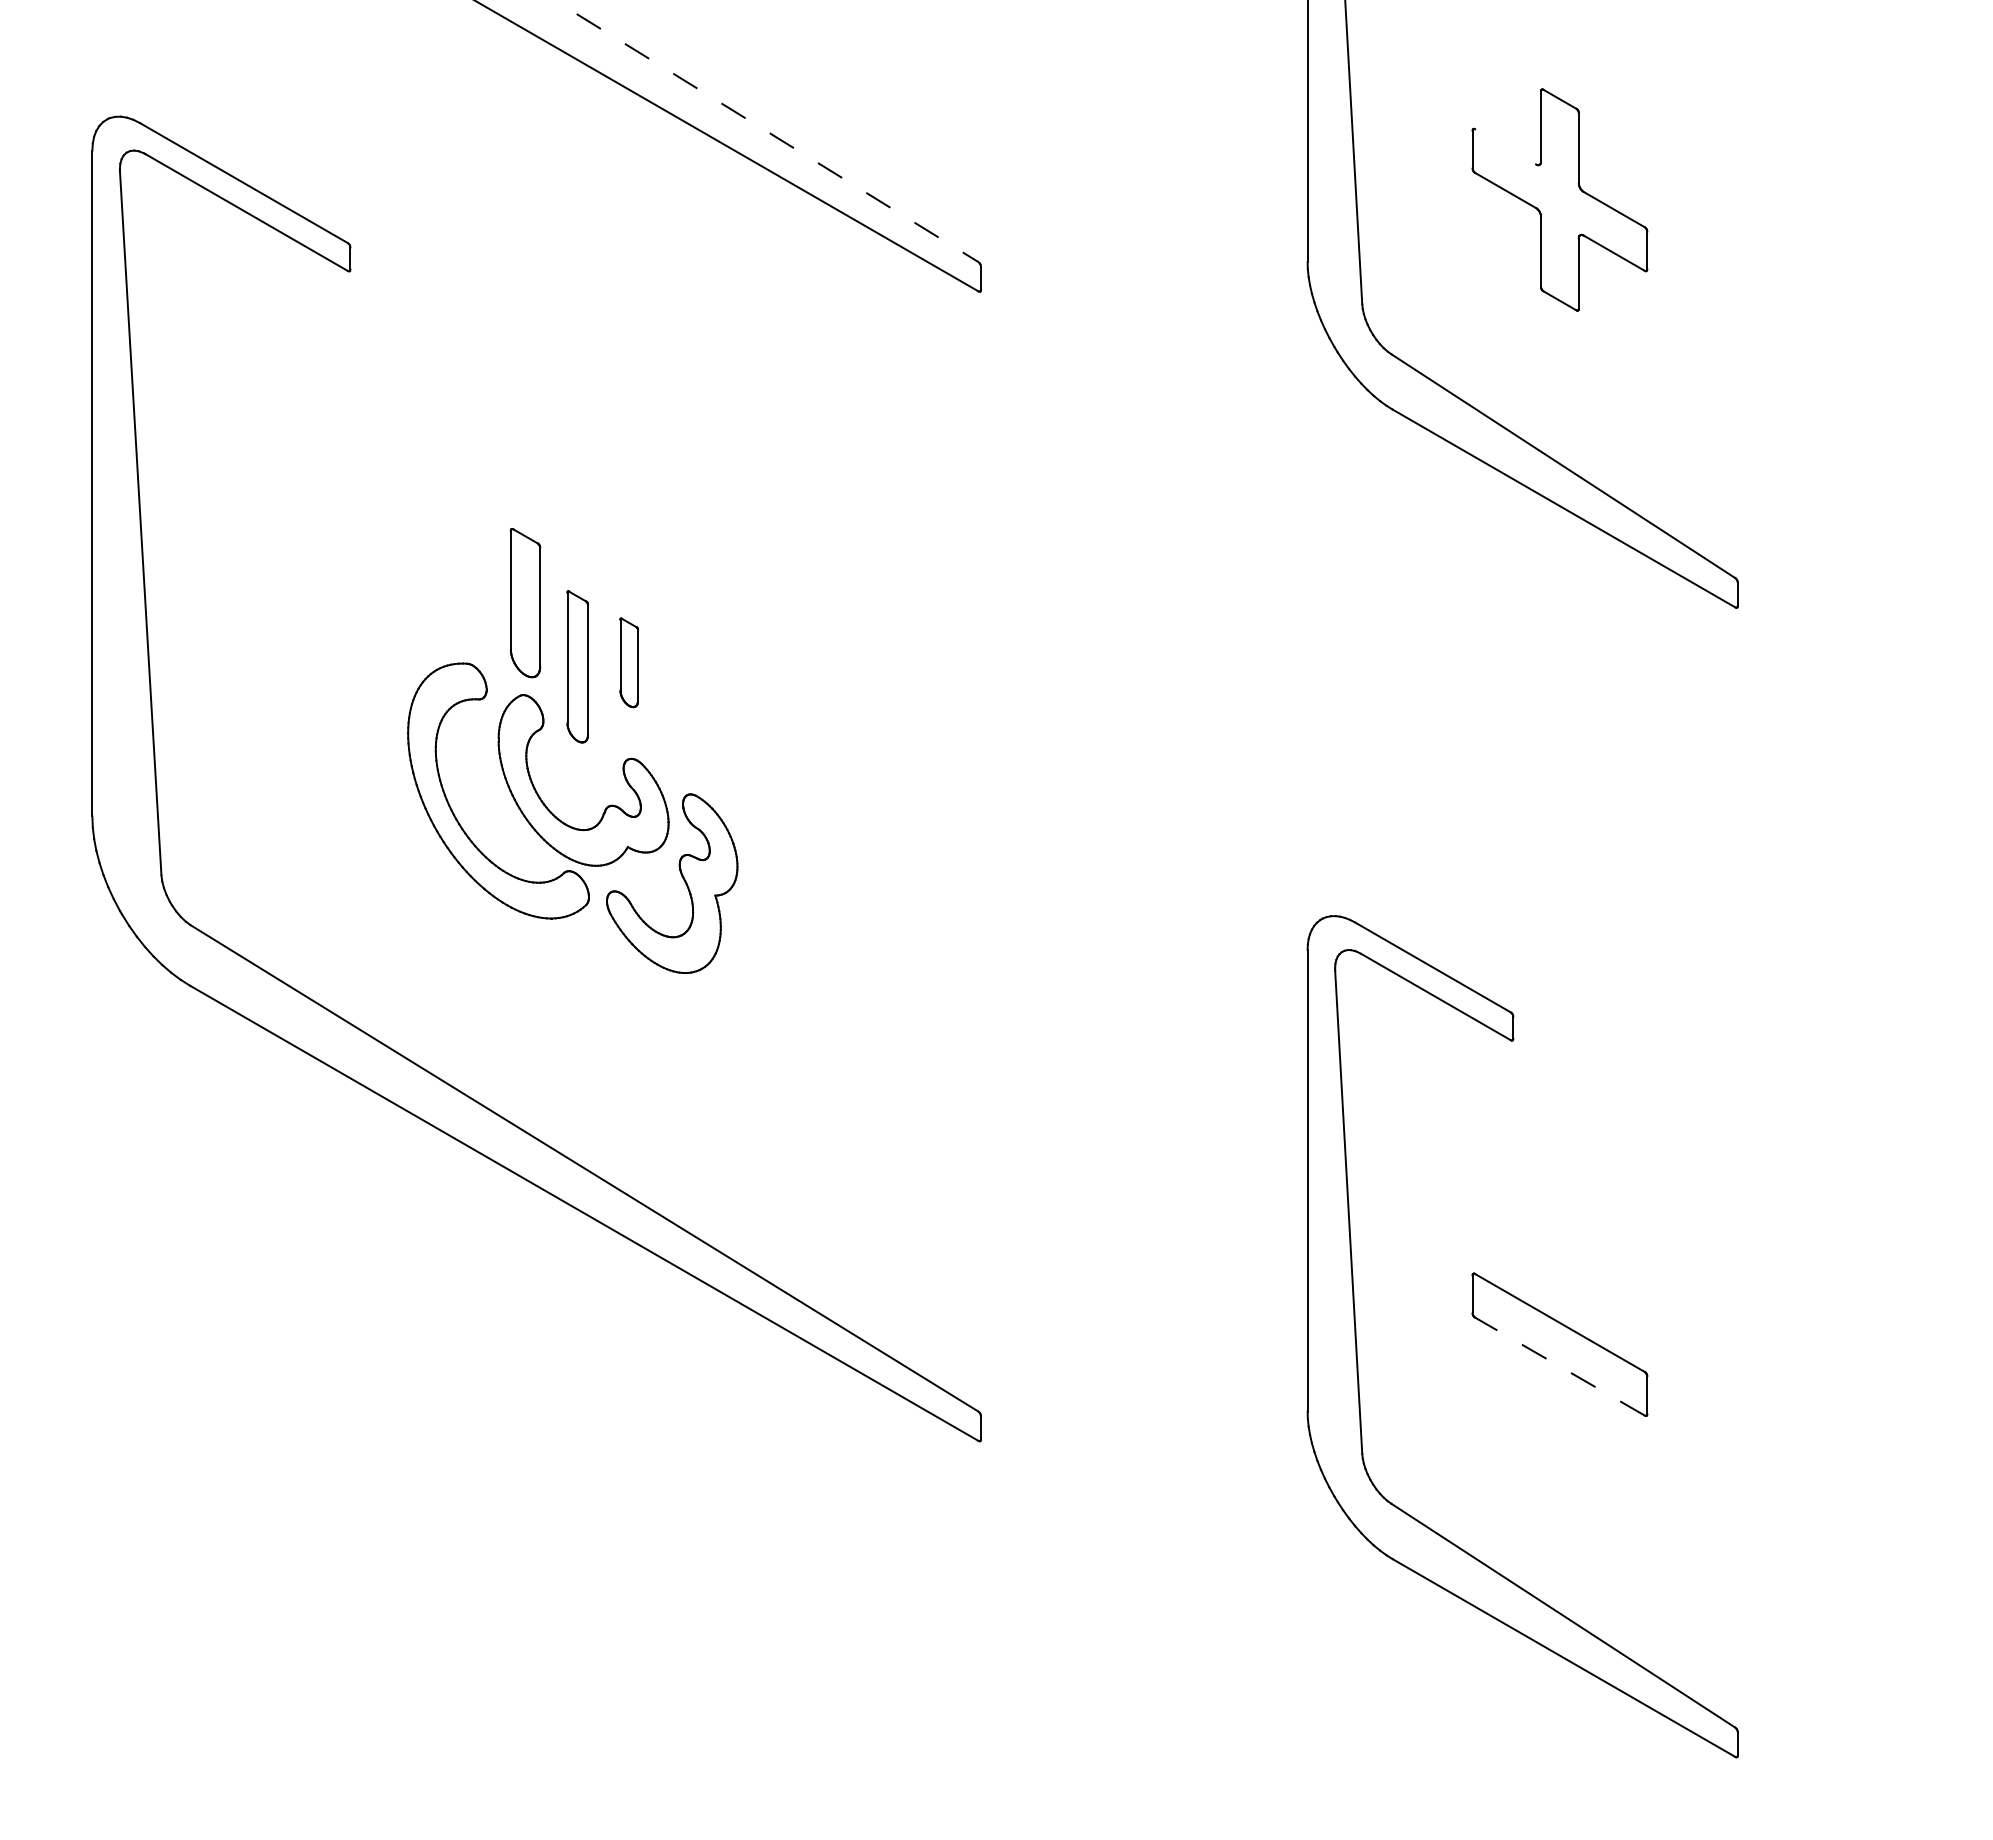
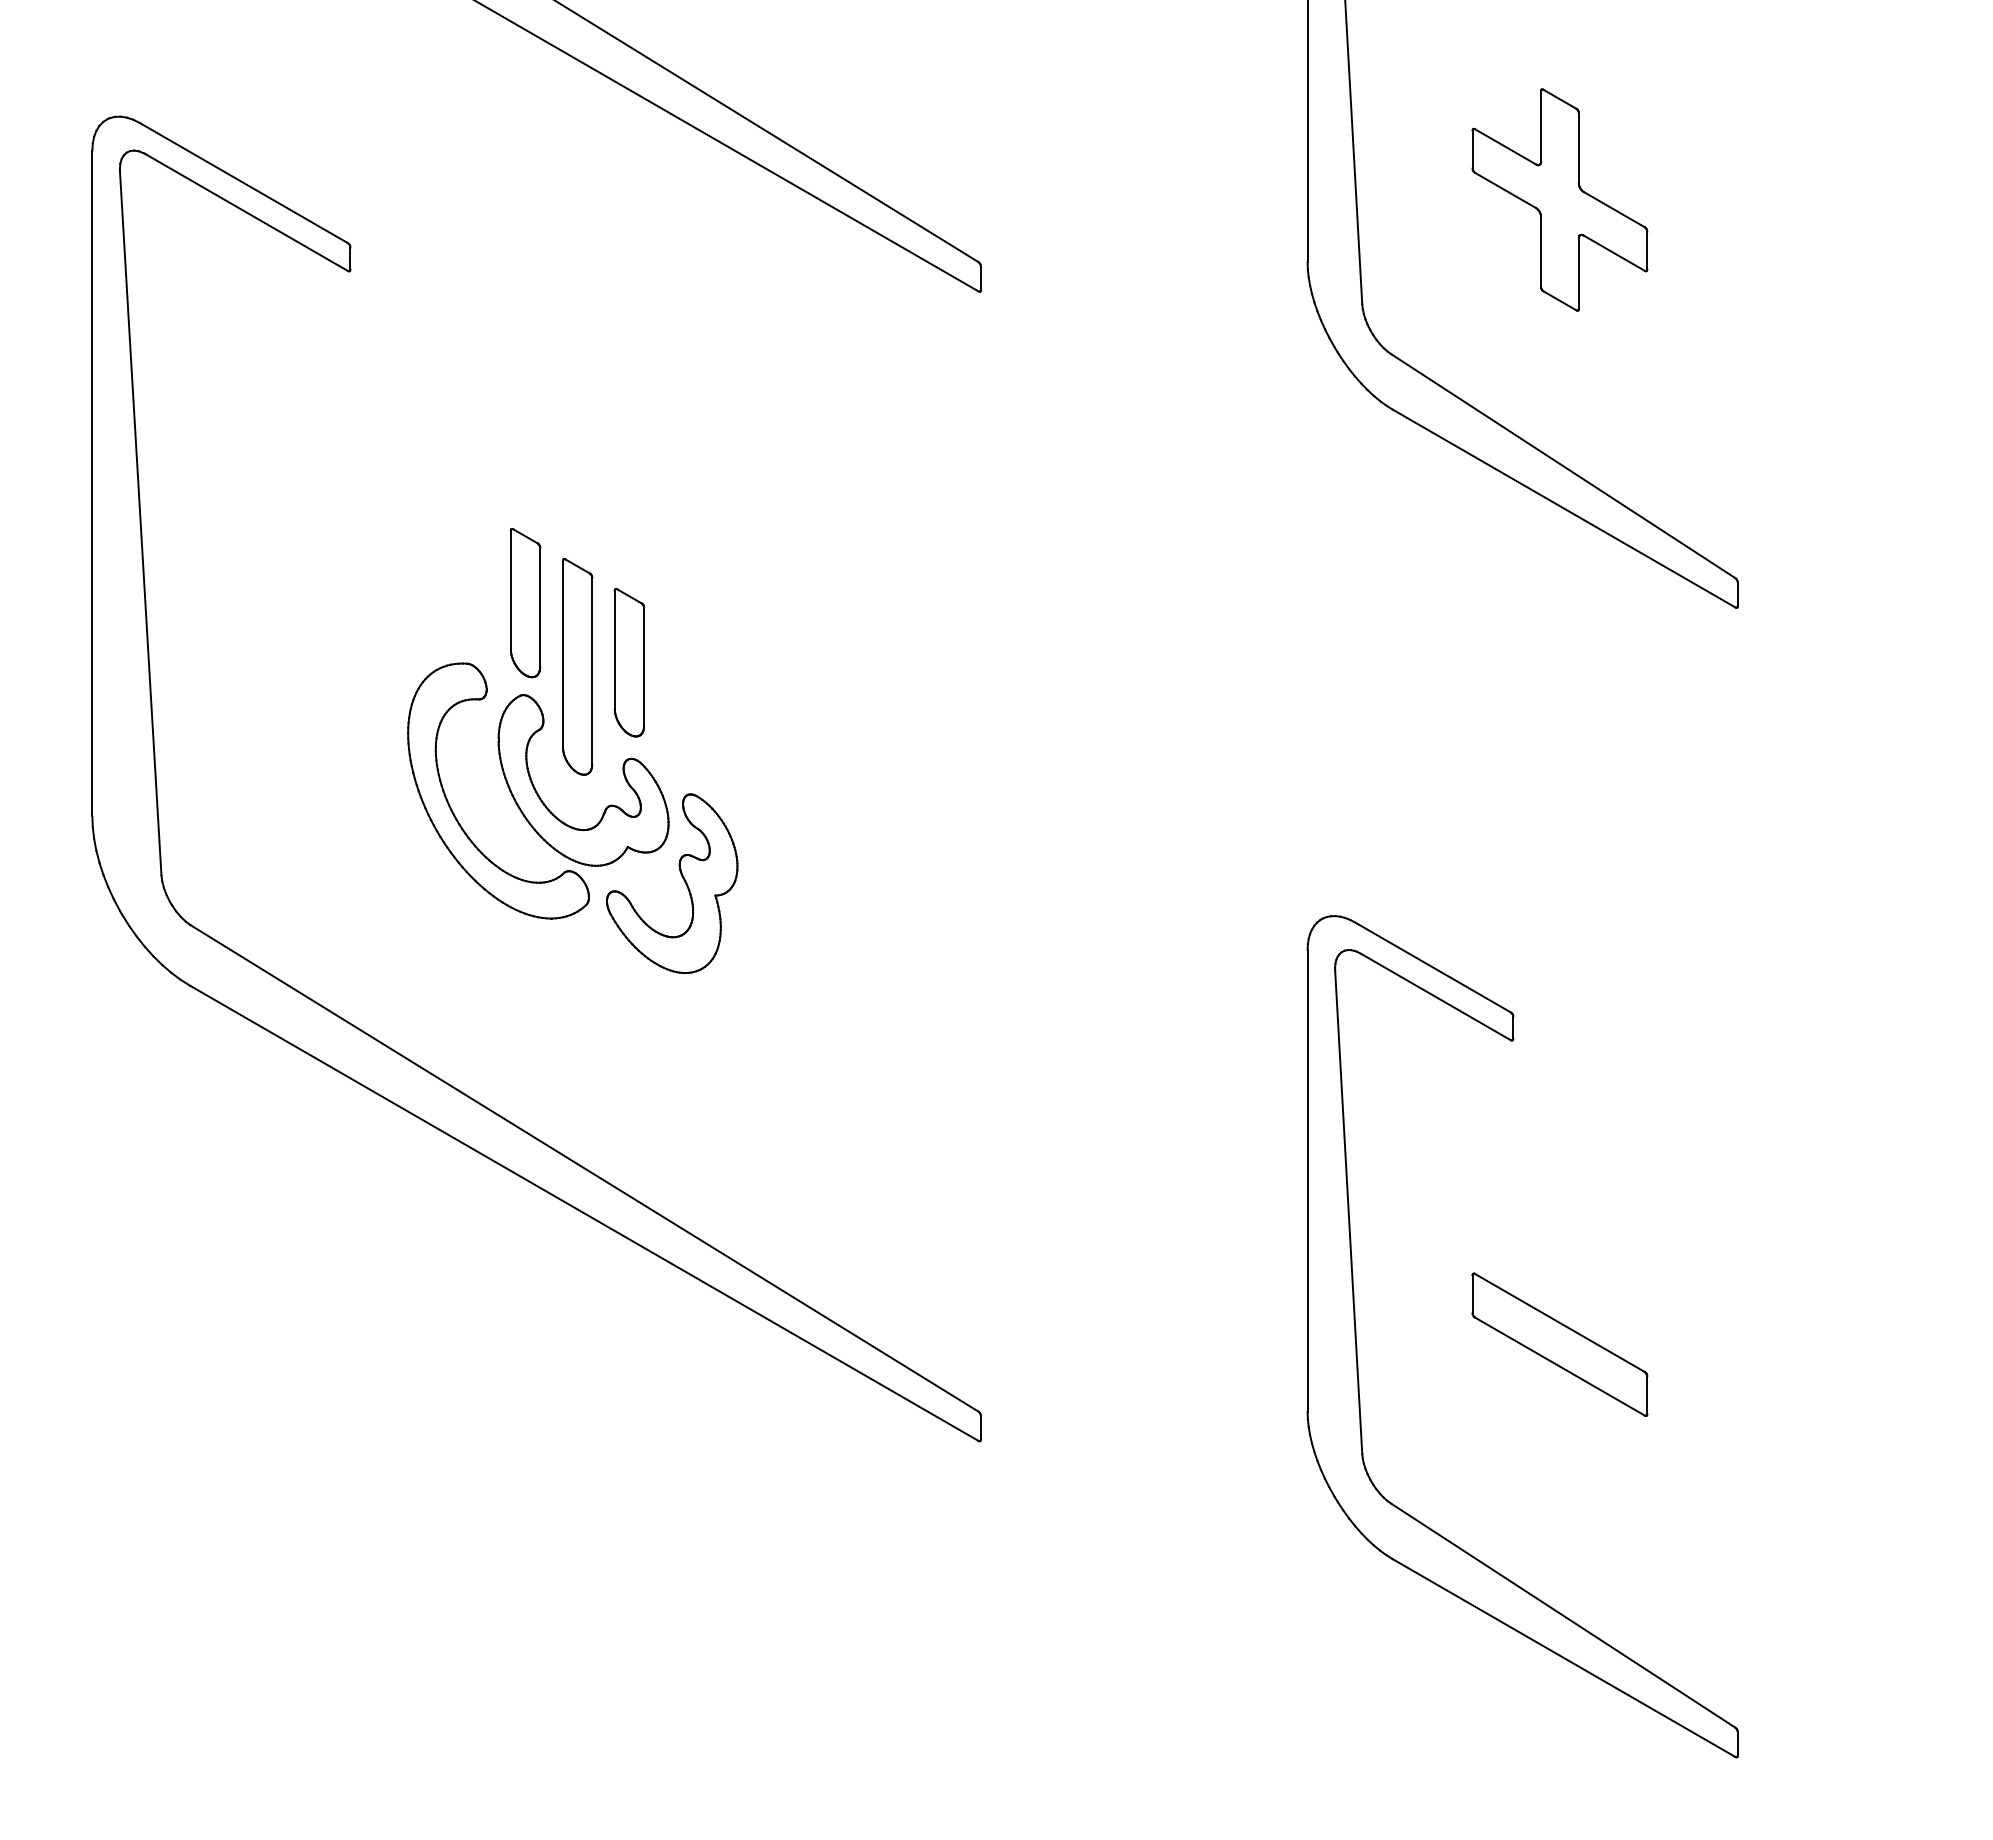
line at (766, 131): dashed -> solid
line at (1505, 146): none -> present
part at (628, 662) size: 20x92 px -> 32x150 px
part at (577, 666) size: 23x154 px -> 32x218 px
line at (1559, 1366): dashed -> solid
